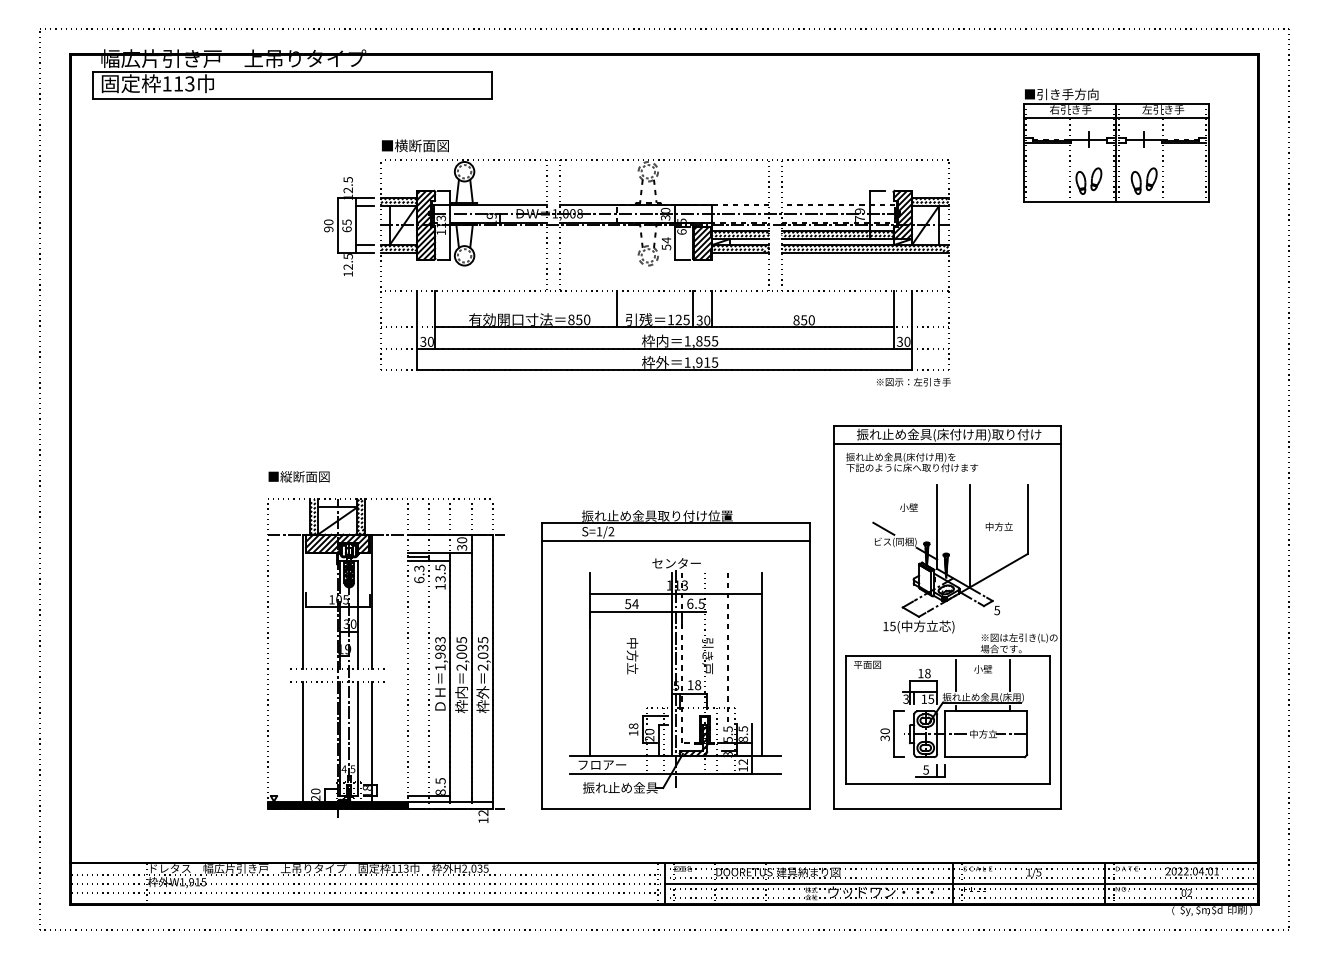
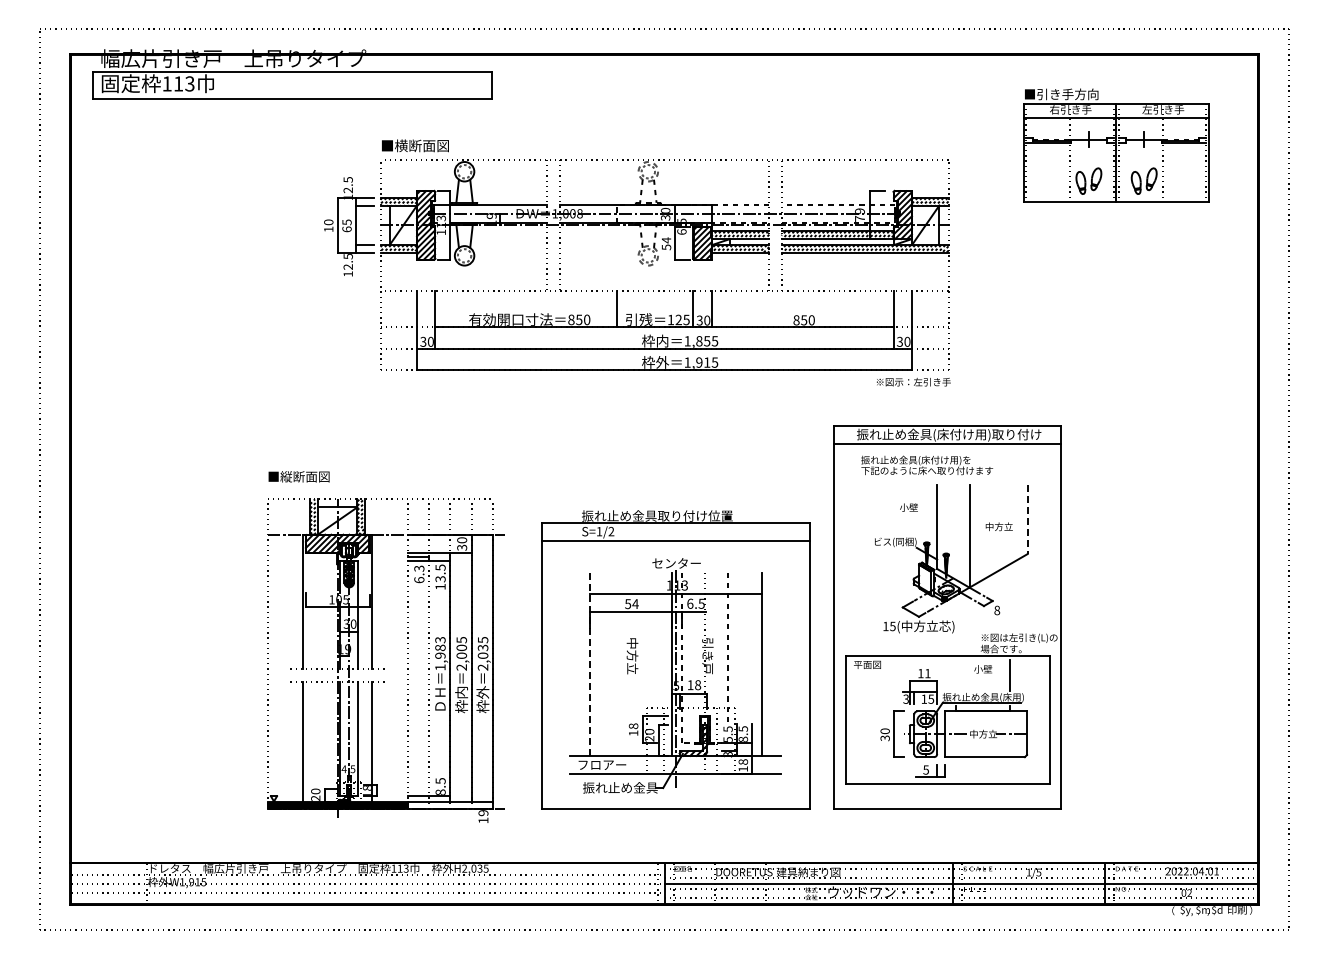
text at (328, 229): 90 -> 10
text at (912, 462) position: (912, 462) -> (927, 465)
line at (1027, 519): solid -> dashed
line at (883, 528): present -> none
text at (997, 609): 5 -> 8
line at (589, 664): solid -> dashed
text at (927, 673): 18 -> 11
line at (956, 675): present -> none
text at (743, 761): 12 -> 18
text at (483, 813): 12 -> 19
